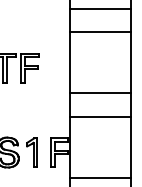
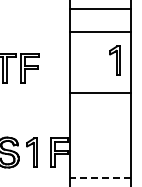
part at (114, 60): none -> present
line at (100, 116): present -> none
line at (100, 177): solid -> dashed
